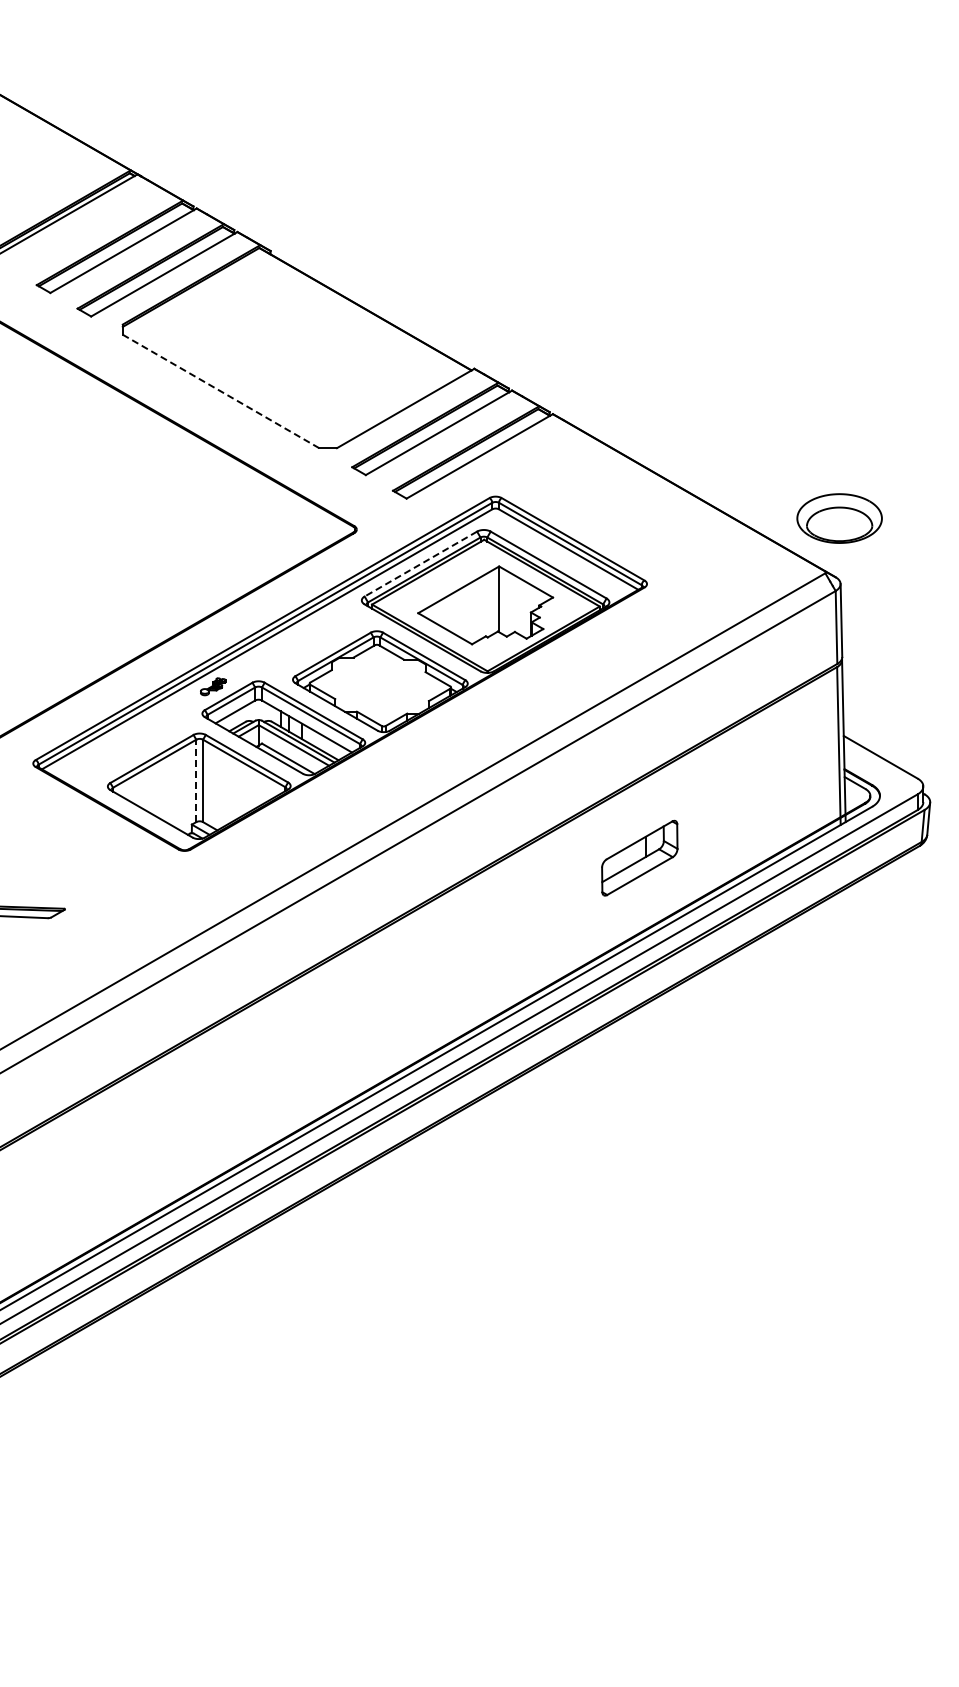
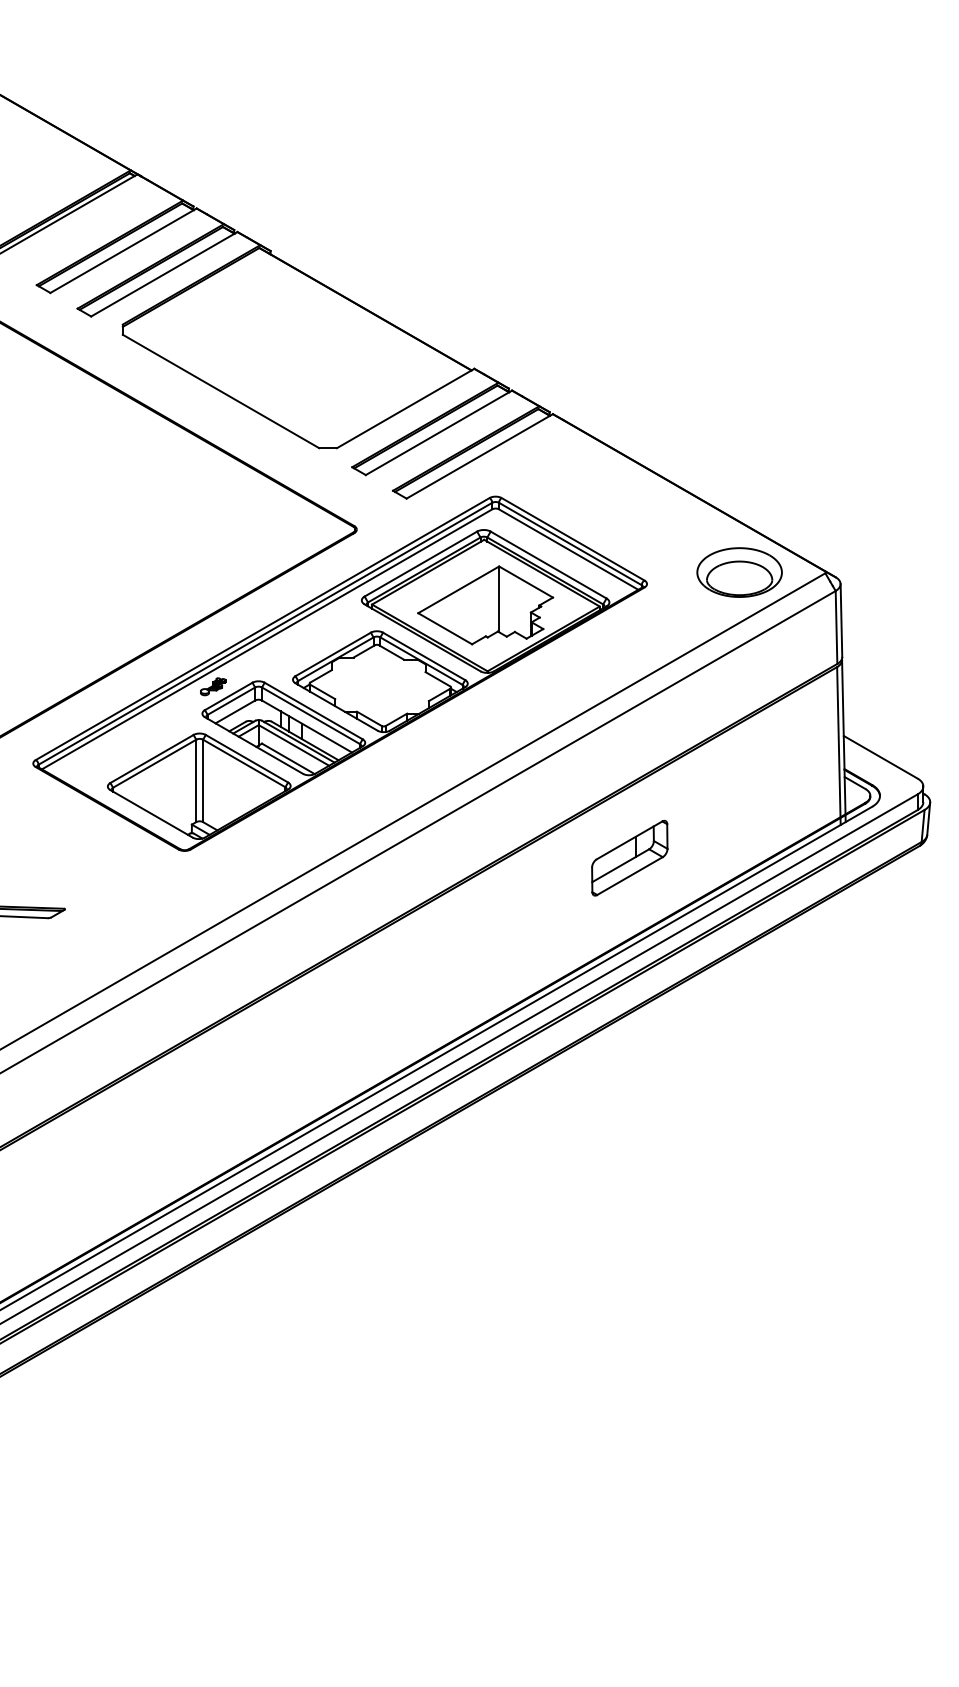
line at (220, 391): dashed -> solid
part at (839, 518) position: (839, 518) -> (739, 572)
line at (420, 564): dashed -> solid
line at (196, 780): dashed -> solid
part at (639, 857) position: (639, 857) -> (629, 857)
